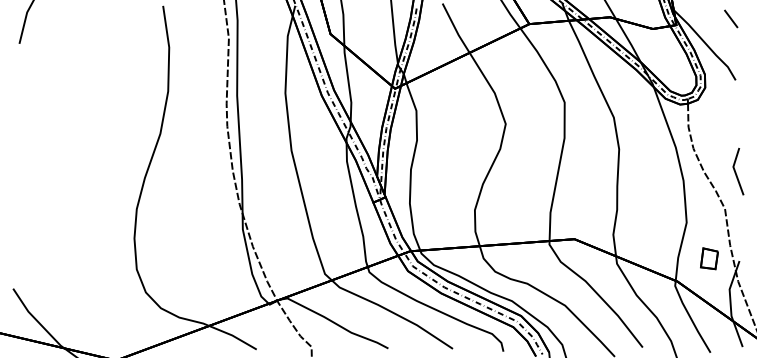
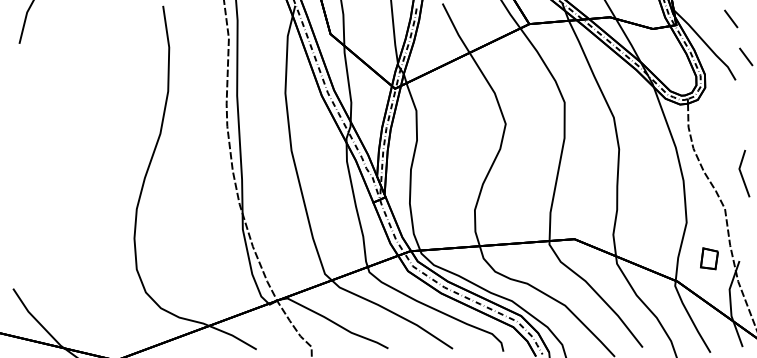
line at (746, 56): none -> present
line at (736, 172) position: (736, 172) -> (742, 174)
